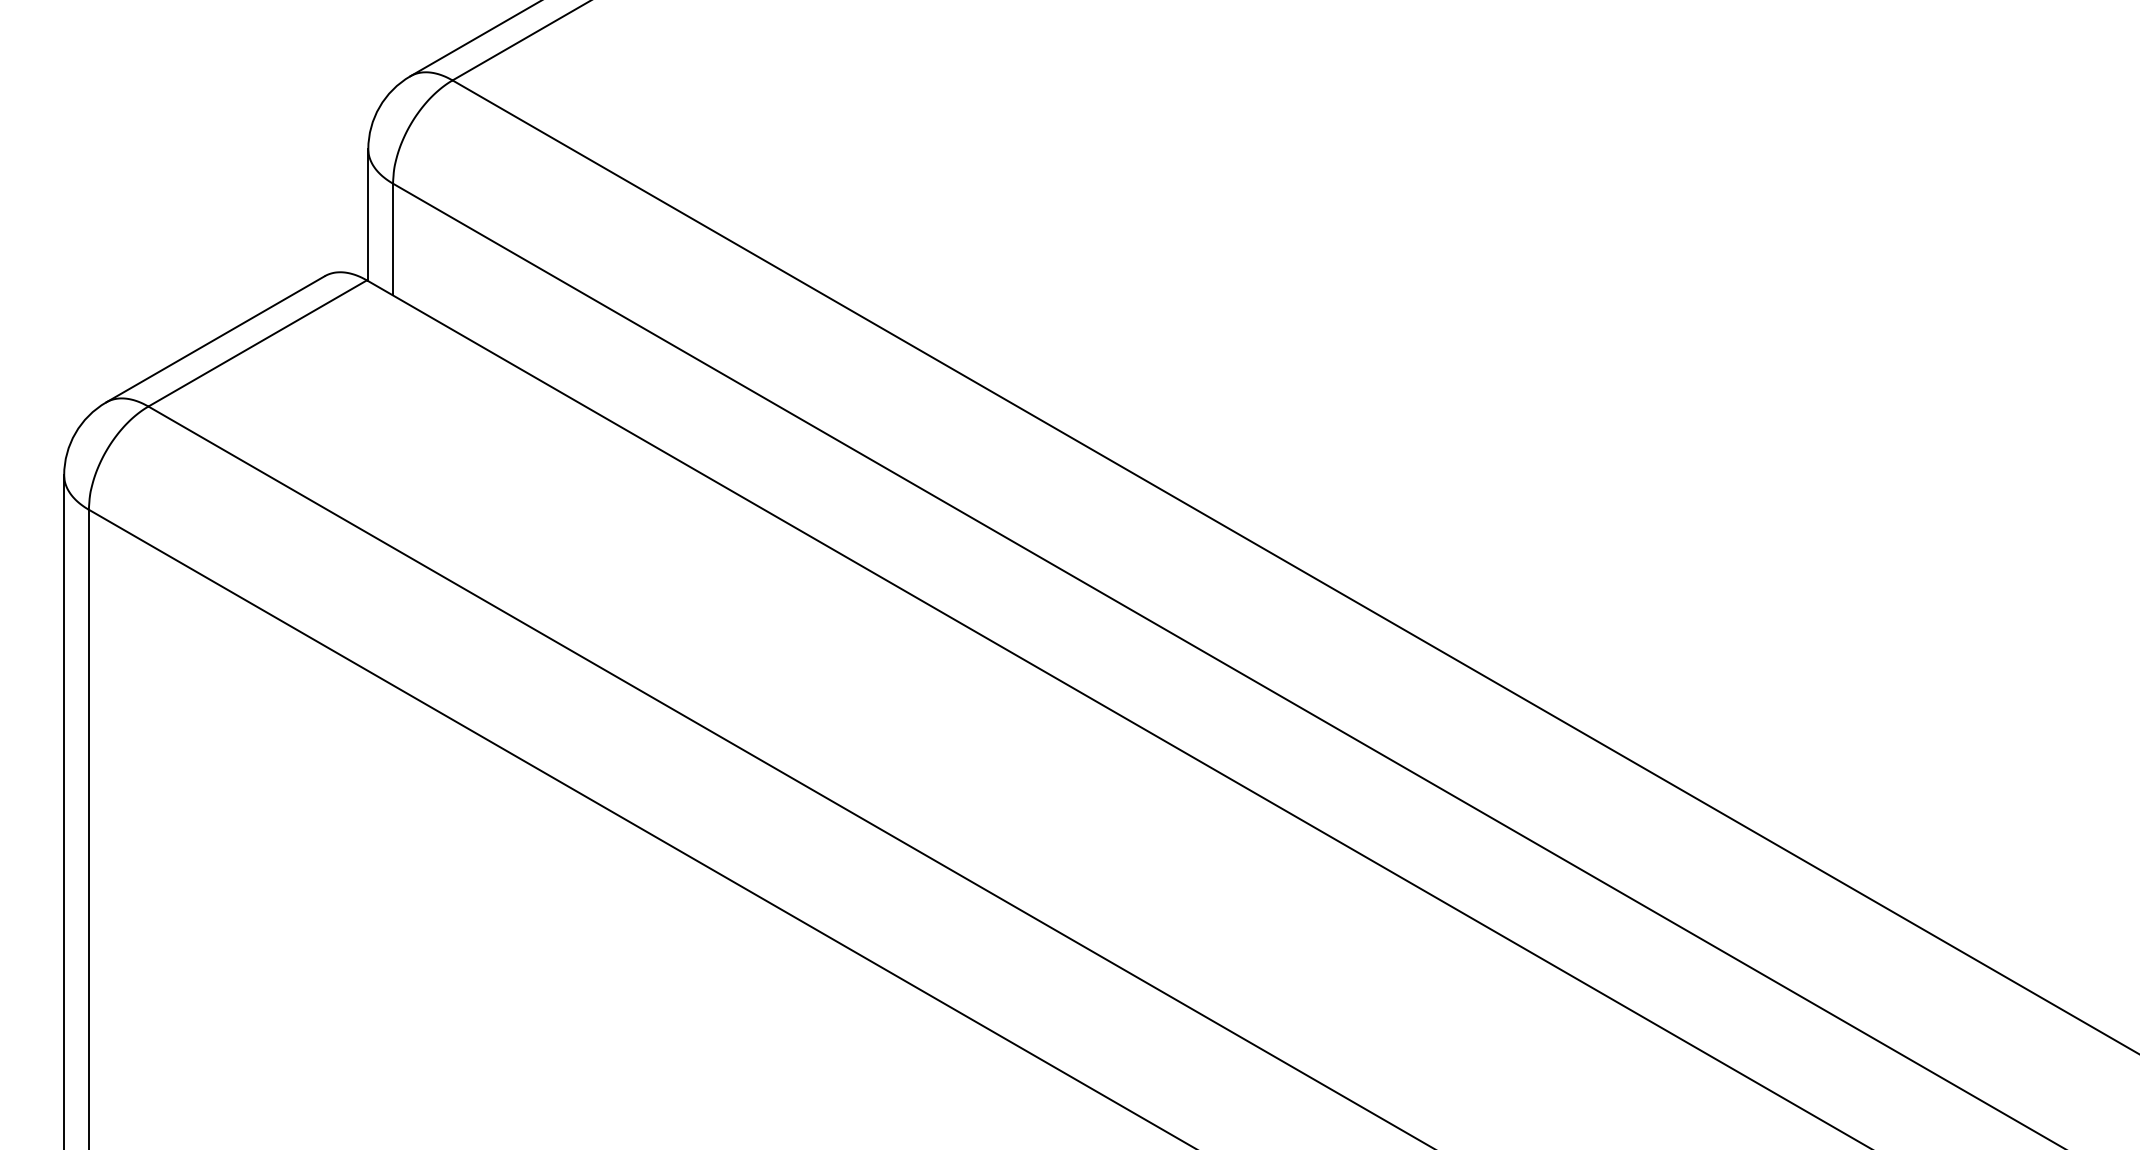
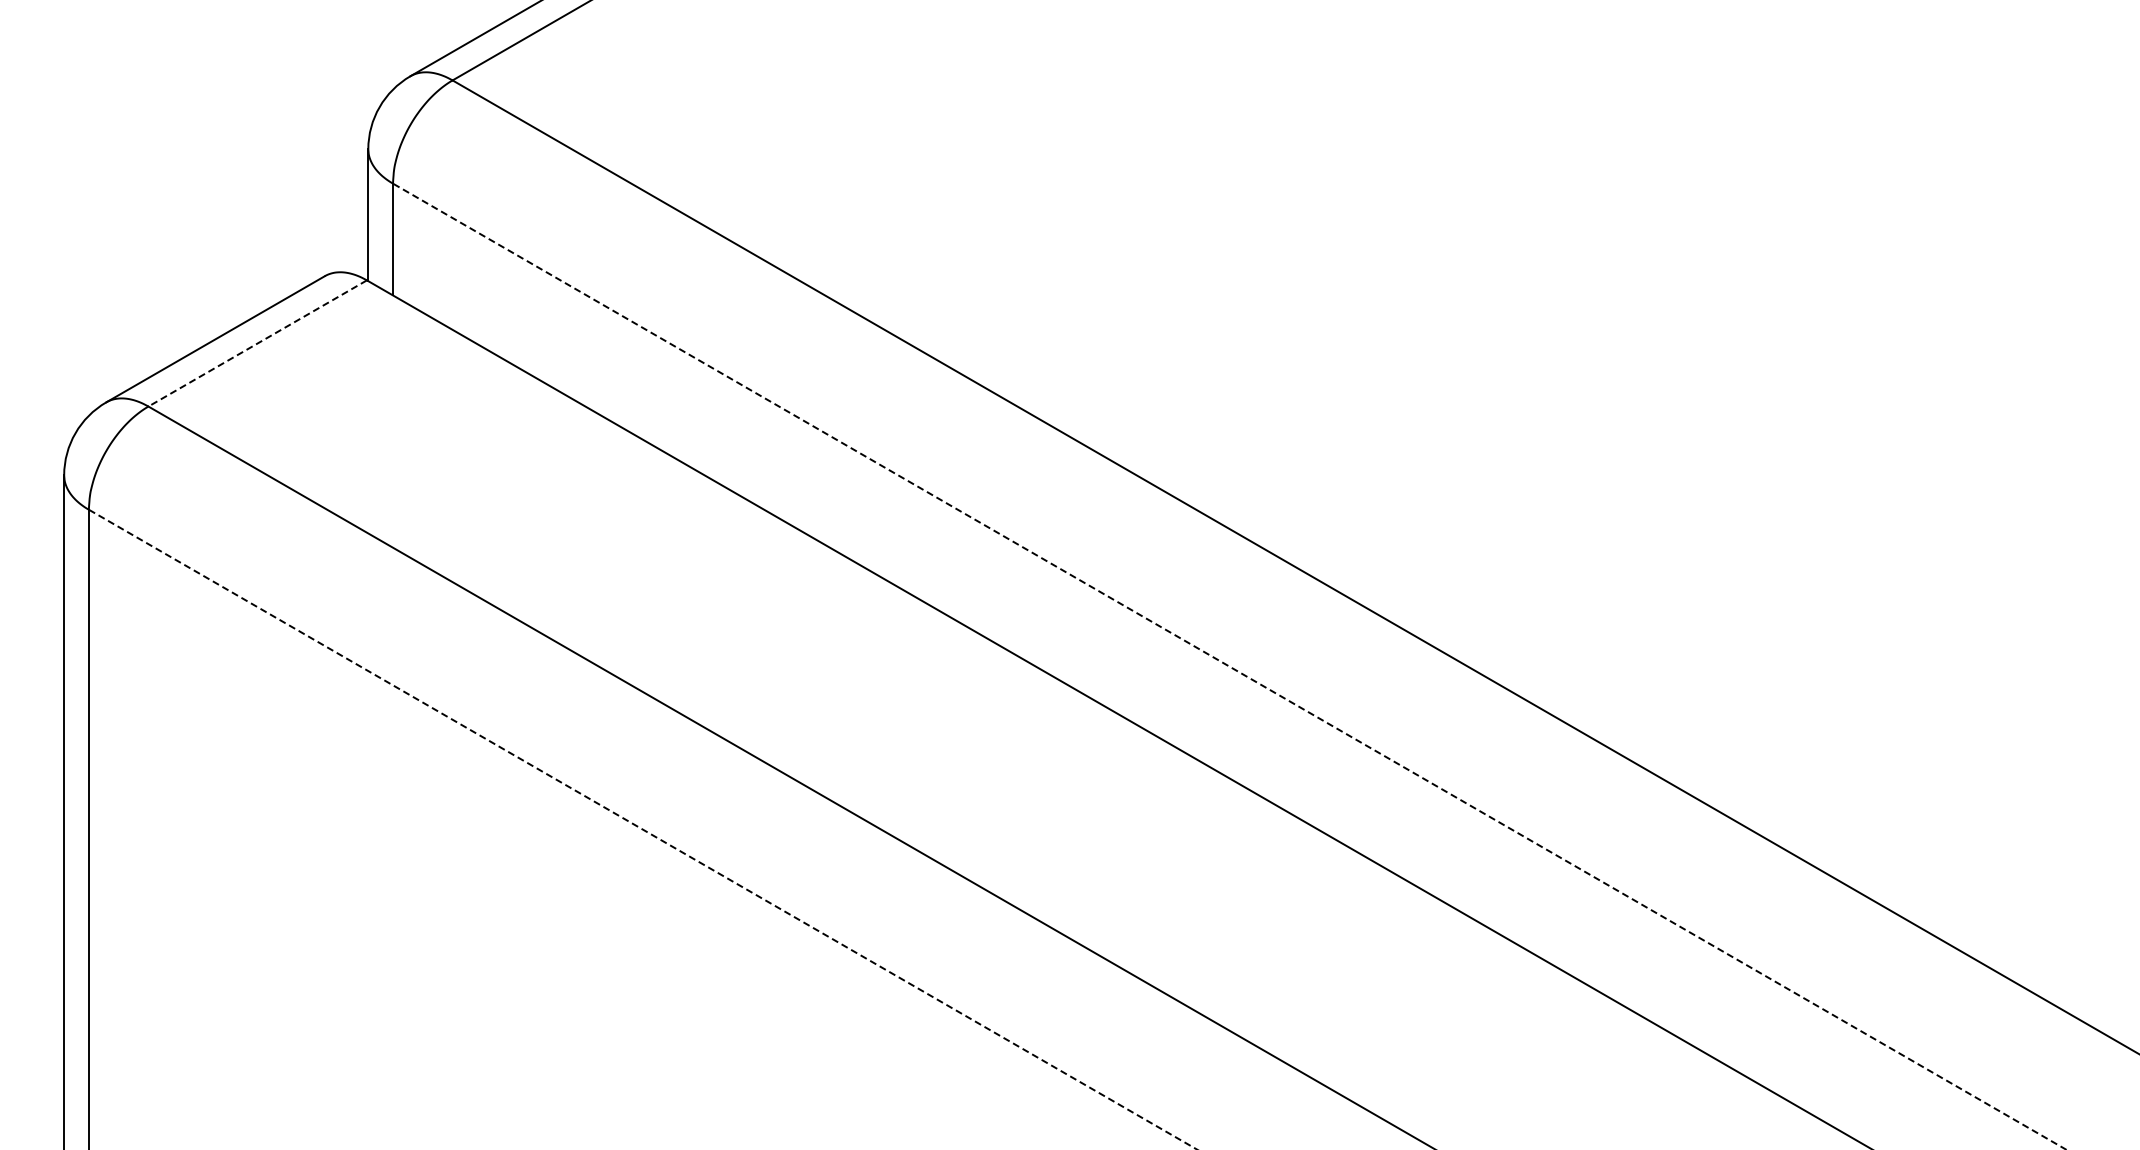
line at (257, 343): solid -> dashed
line at (1229, 666): solid -> dashed
line at (643, 829): solid -> dashed
